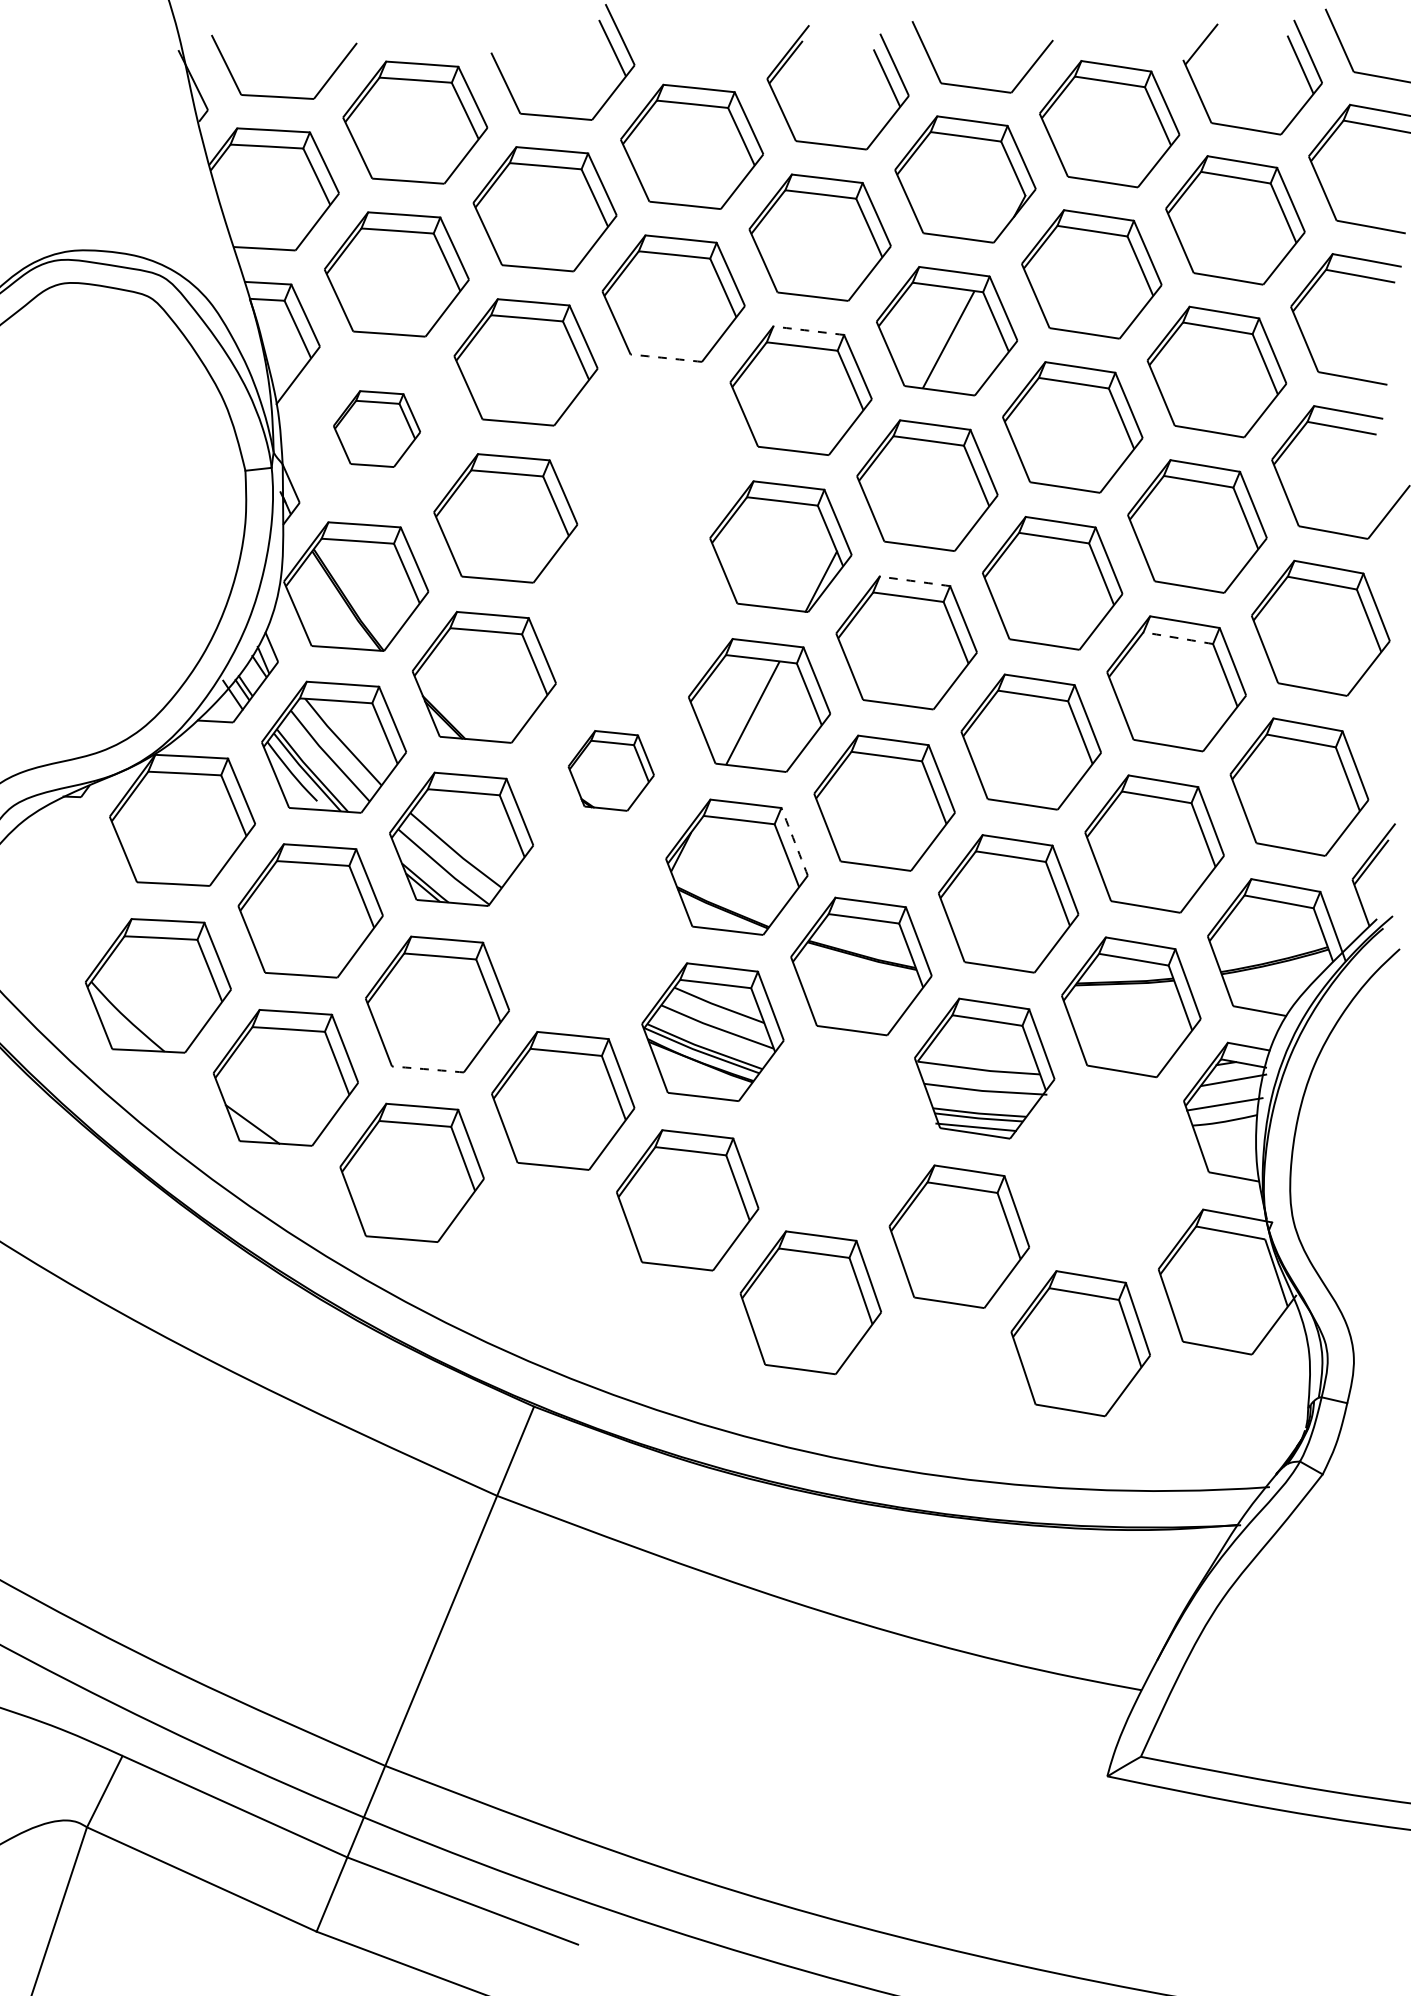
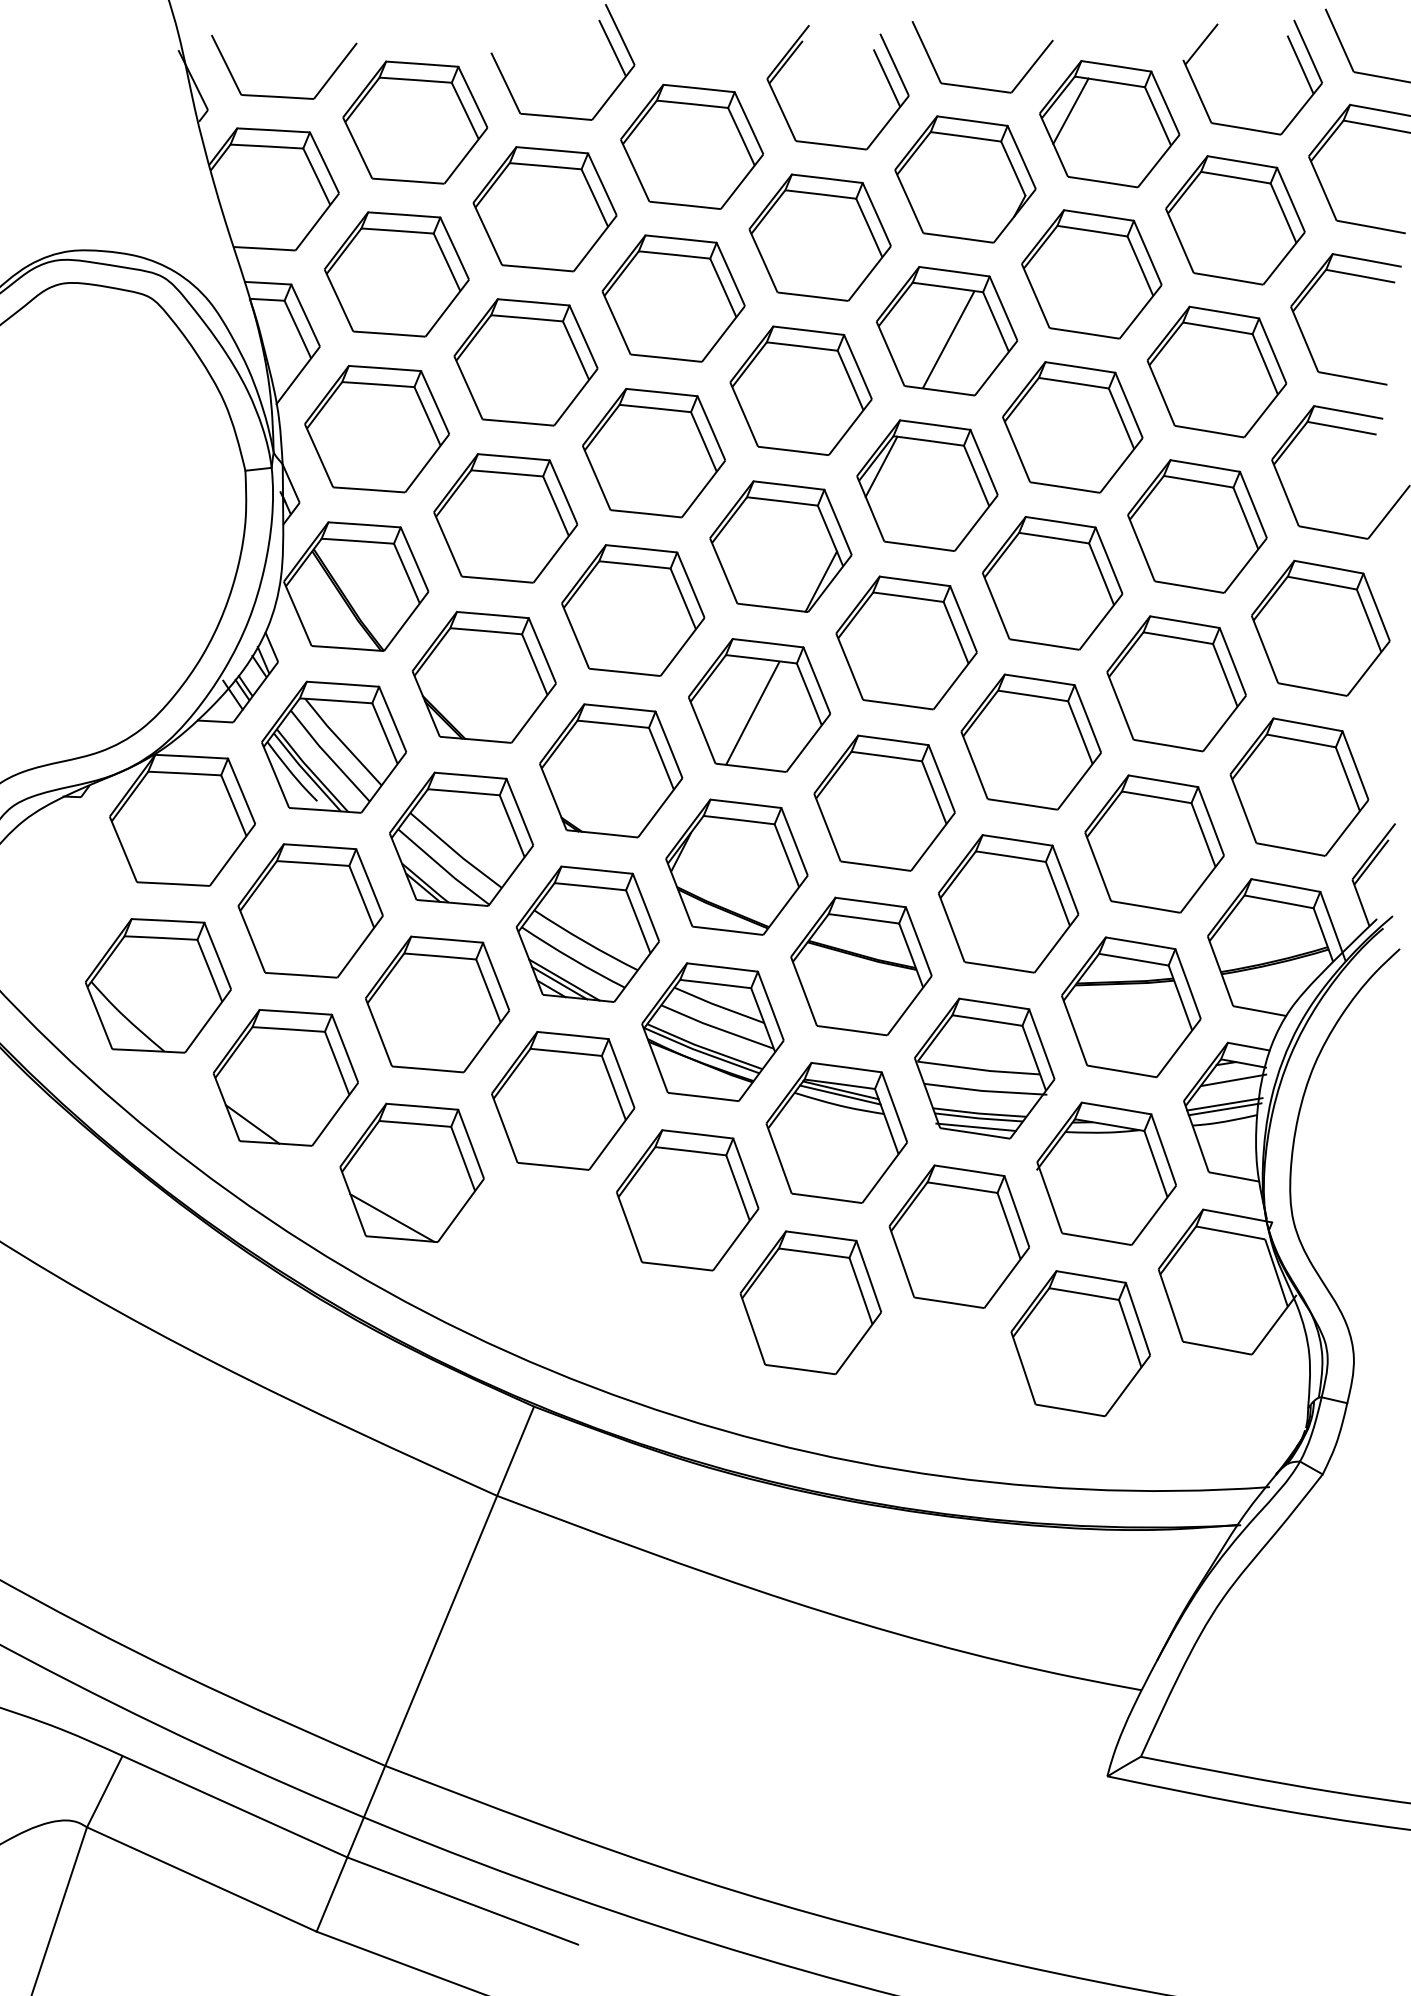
line at (1070, 110): none -> present
arc at (808, 330): dashed -> solid
arc at (666, 358): dashed -> solid
part at (377, 428) size: 89x78 px -> 146x130 px
part at (653, 453): none -> present
line at (881, 466): none -> present
arc at (914, 581): dashed -> solid
part at (633, 610): none -> present
arc at (1178, 638): dashed -> solid
part at (610, 770) size: 88x82 px -> 145x136 px
arc at (794, 841): dashed -> solid
part at (587, 933): none -> present
arc at (427, 1069): dashed -> solid
line at (1224, 1109): none -> present
part at (836, 1132): none -> present
part at (1106, 1173): none -> present
line at (392, 1217): none -> present
